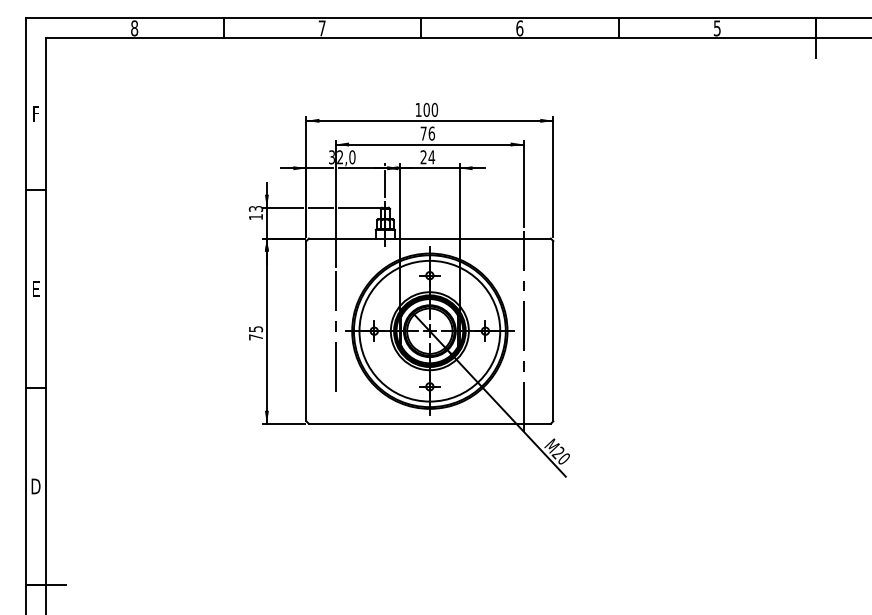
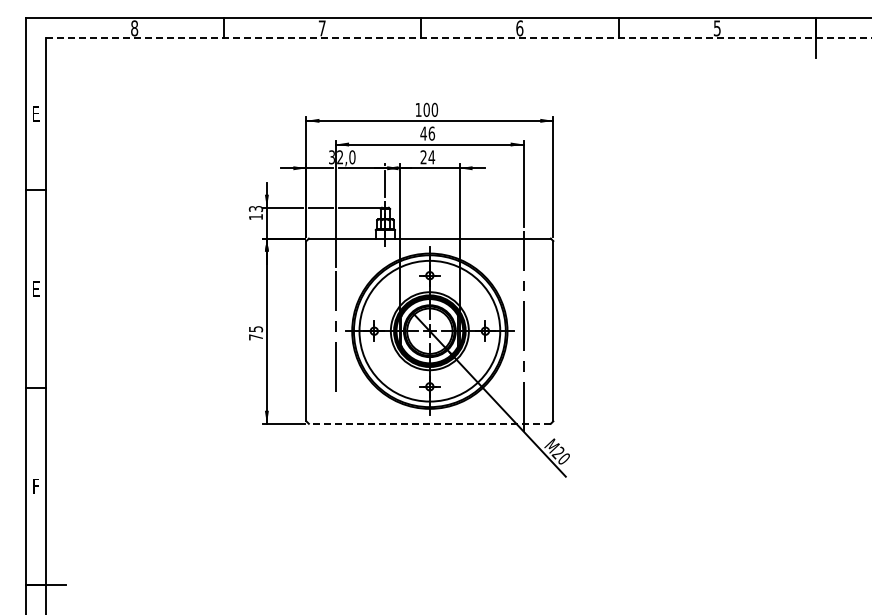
line at (458, 38): solid -> dashed
text at (36, 114): F -> E
text at (423, 133): 76 -> 46
line at (429, 423): solid -> dashed
text at (35, 486): D -> F
